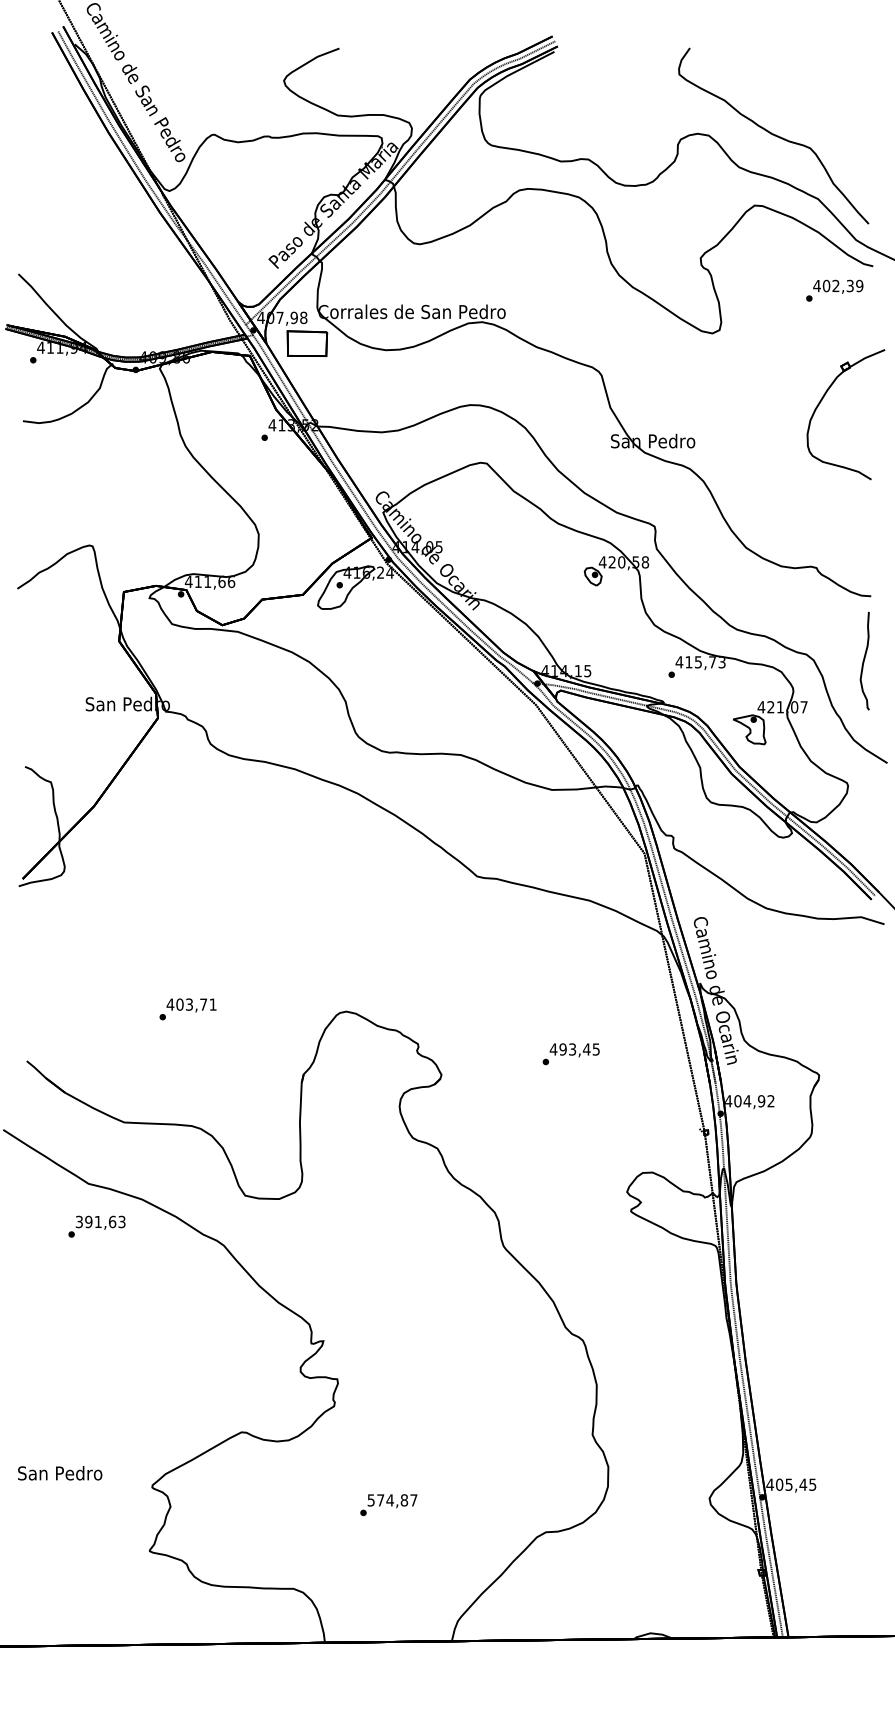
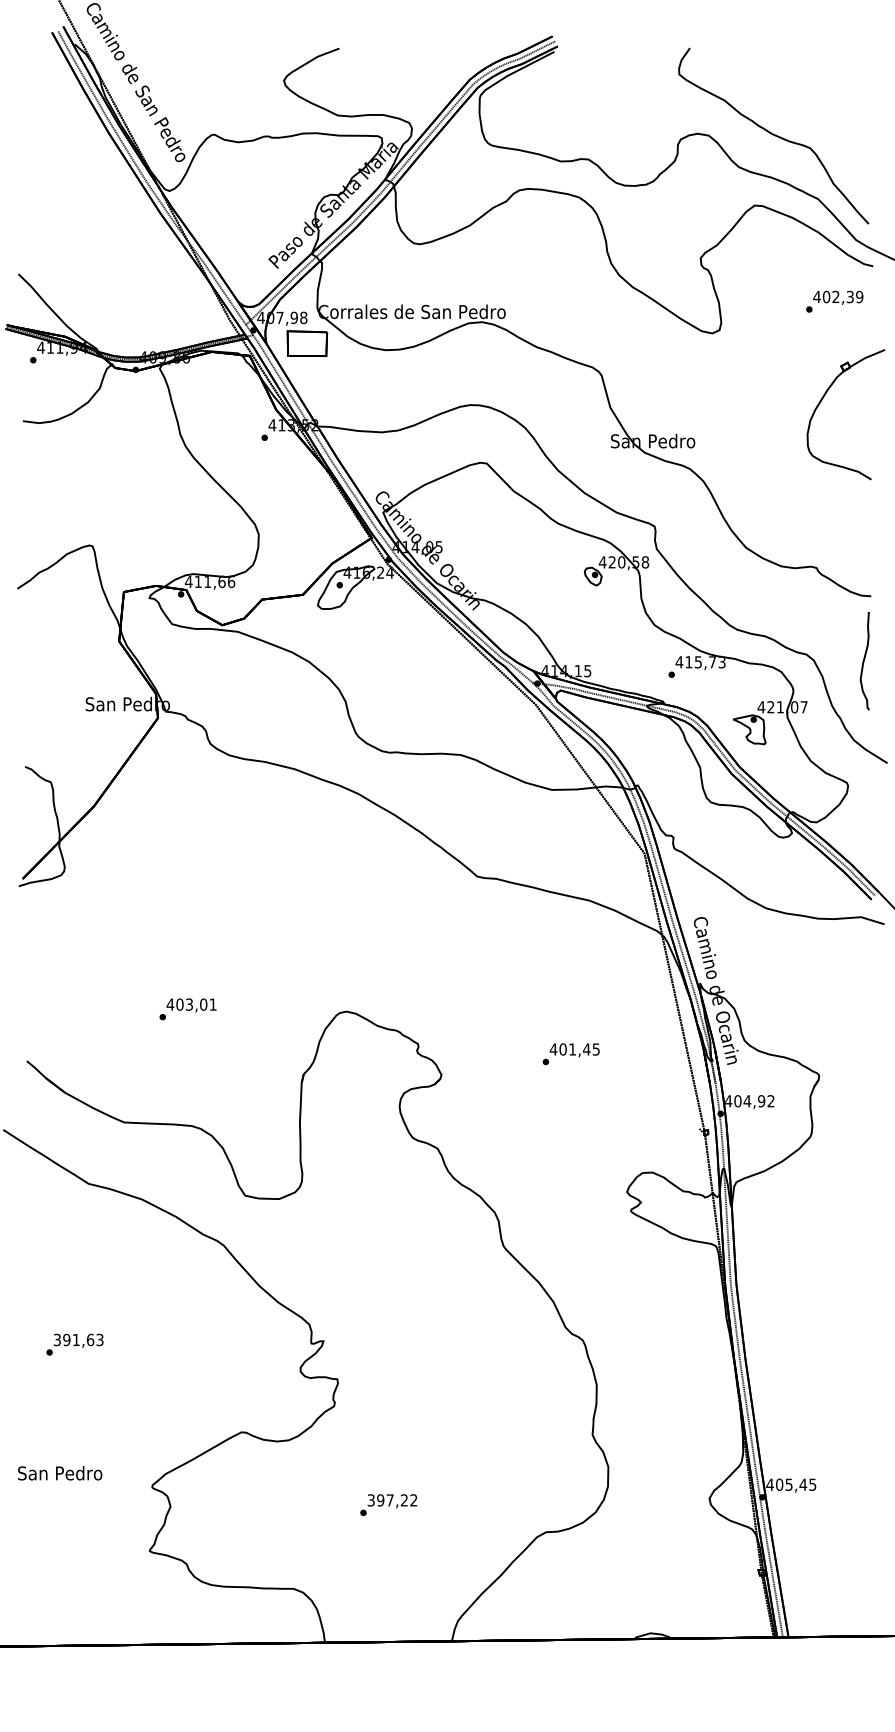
text at (834, 290) position: (834, 290) -> (834, 301)
text at (203, 1004): 403,71 -> 403,01
text at (567, 1049): 493,45 -> 401,45
text at (96, 1226) position: (96, 1226) -> (74, 1344)
text at (392, 1500): 574,87 -> 397,22
